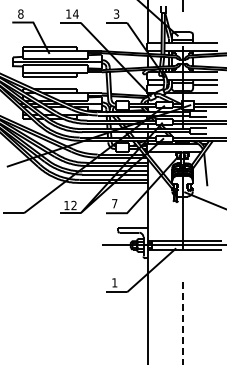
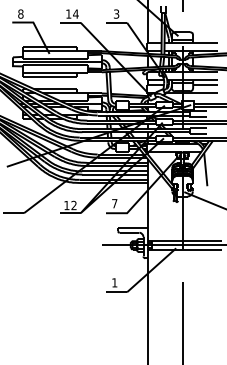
line at (182, 323): dashed -> solid
